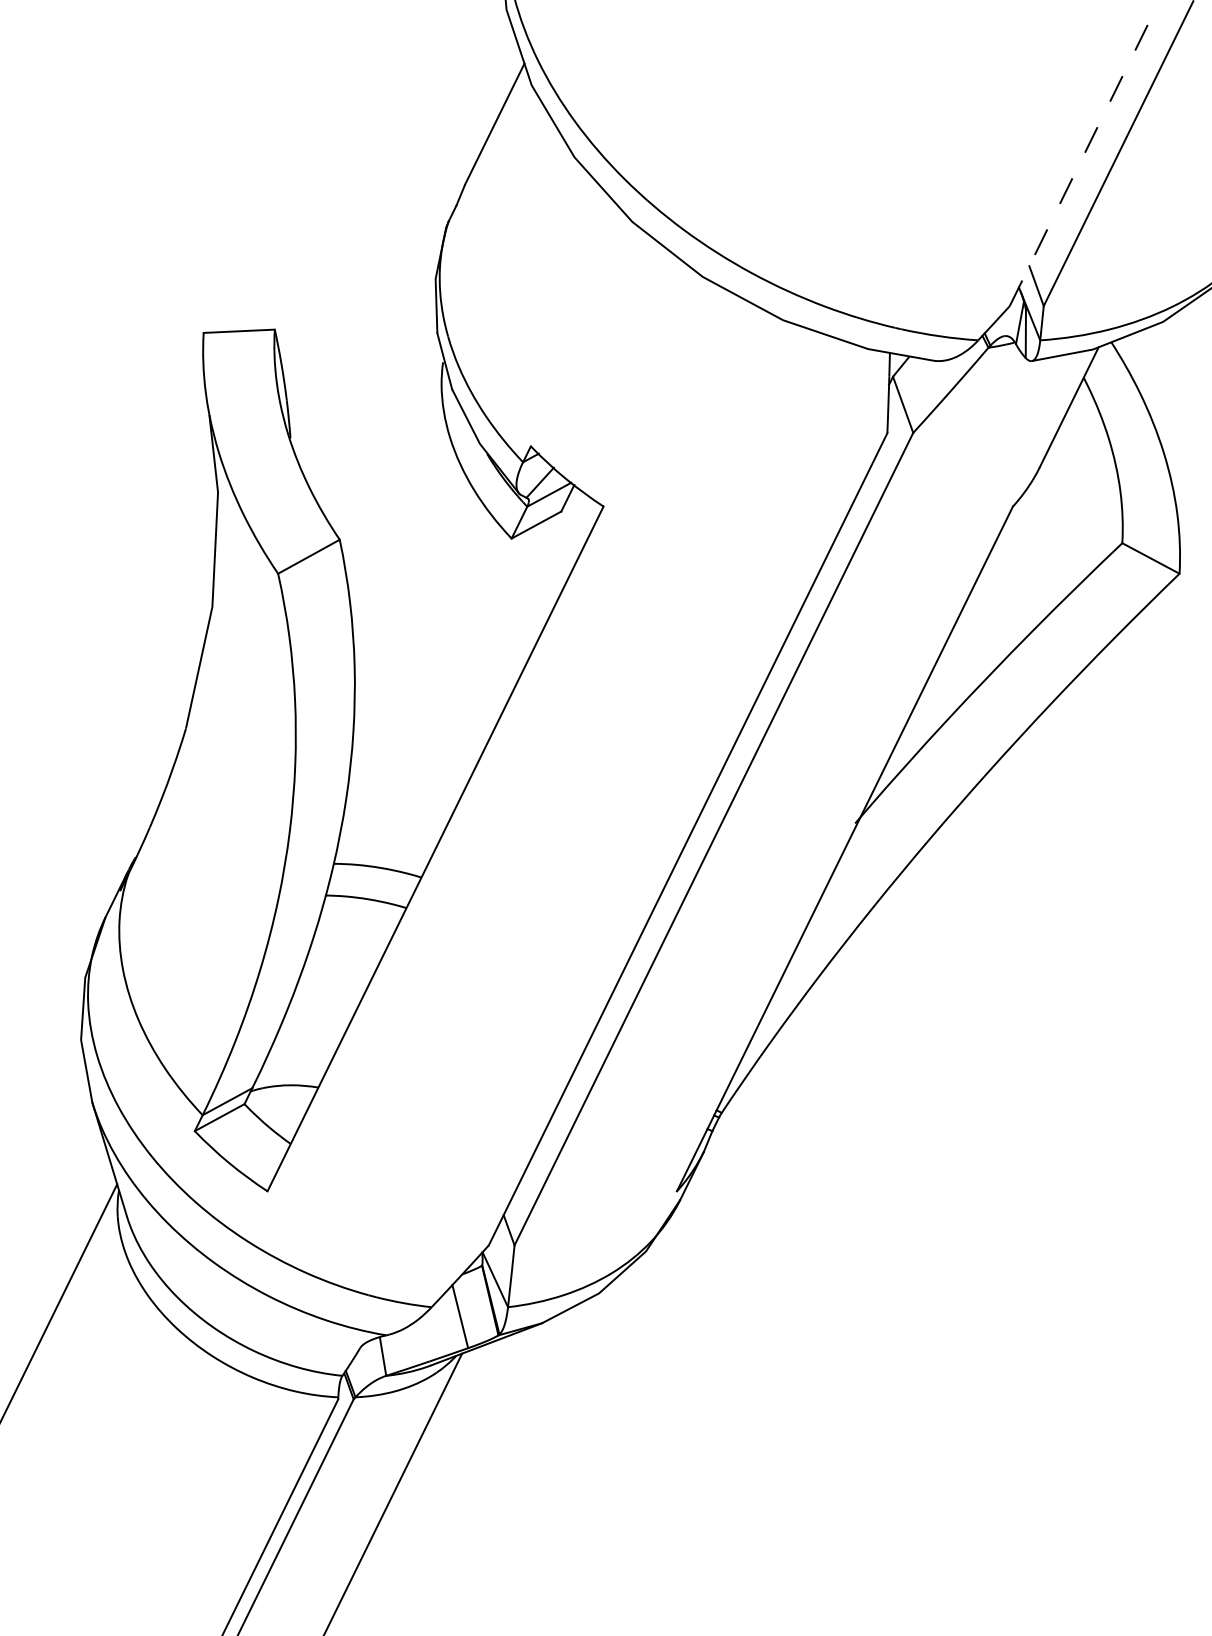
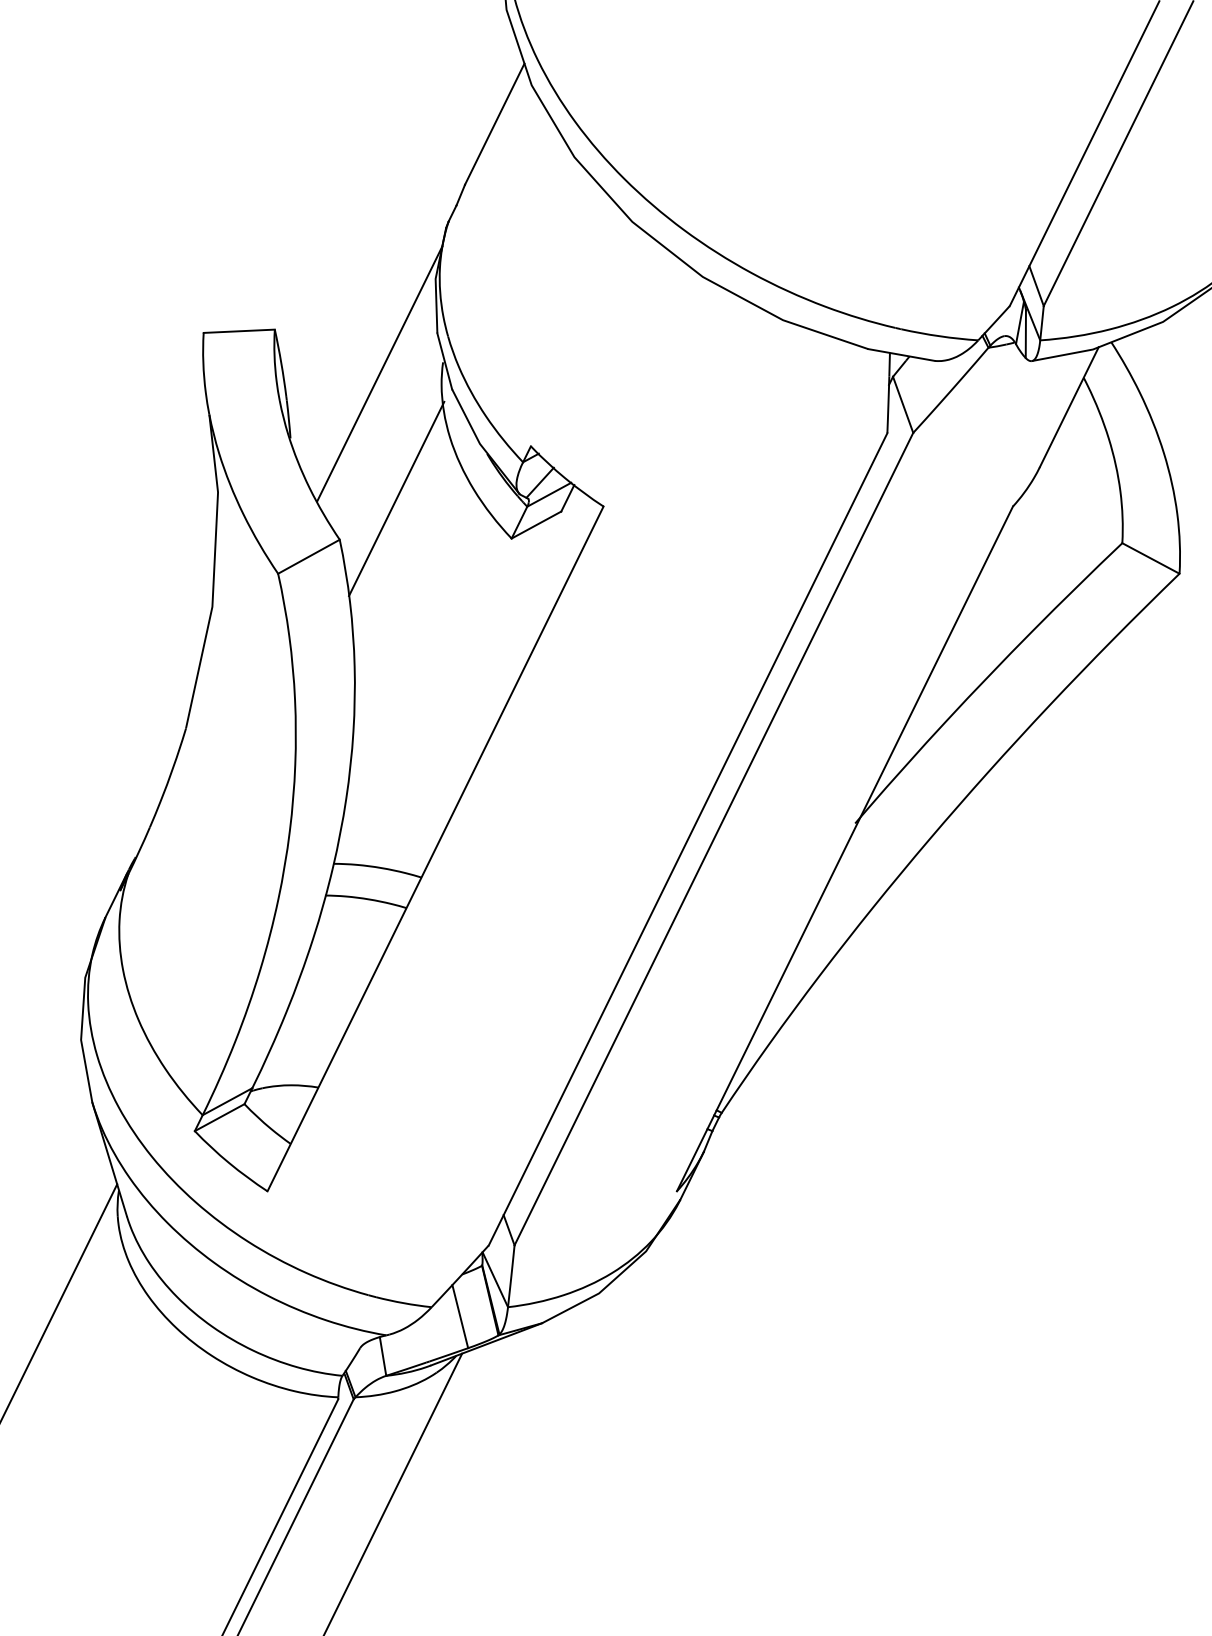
line at (1084, 153): dashed -> solid
line at (379, 373): none -> present
line at (396, 498): none -> present
